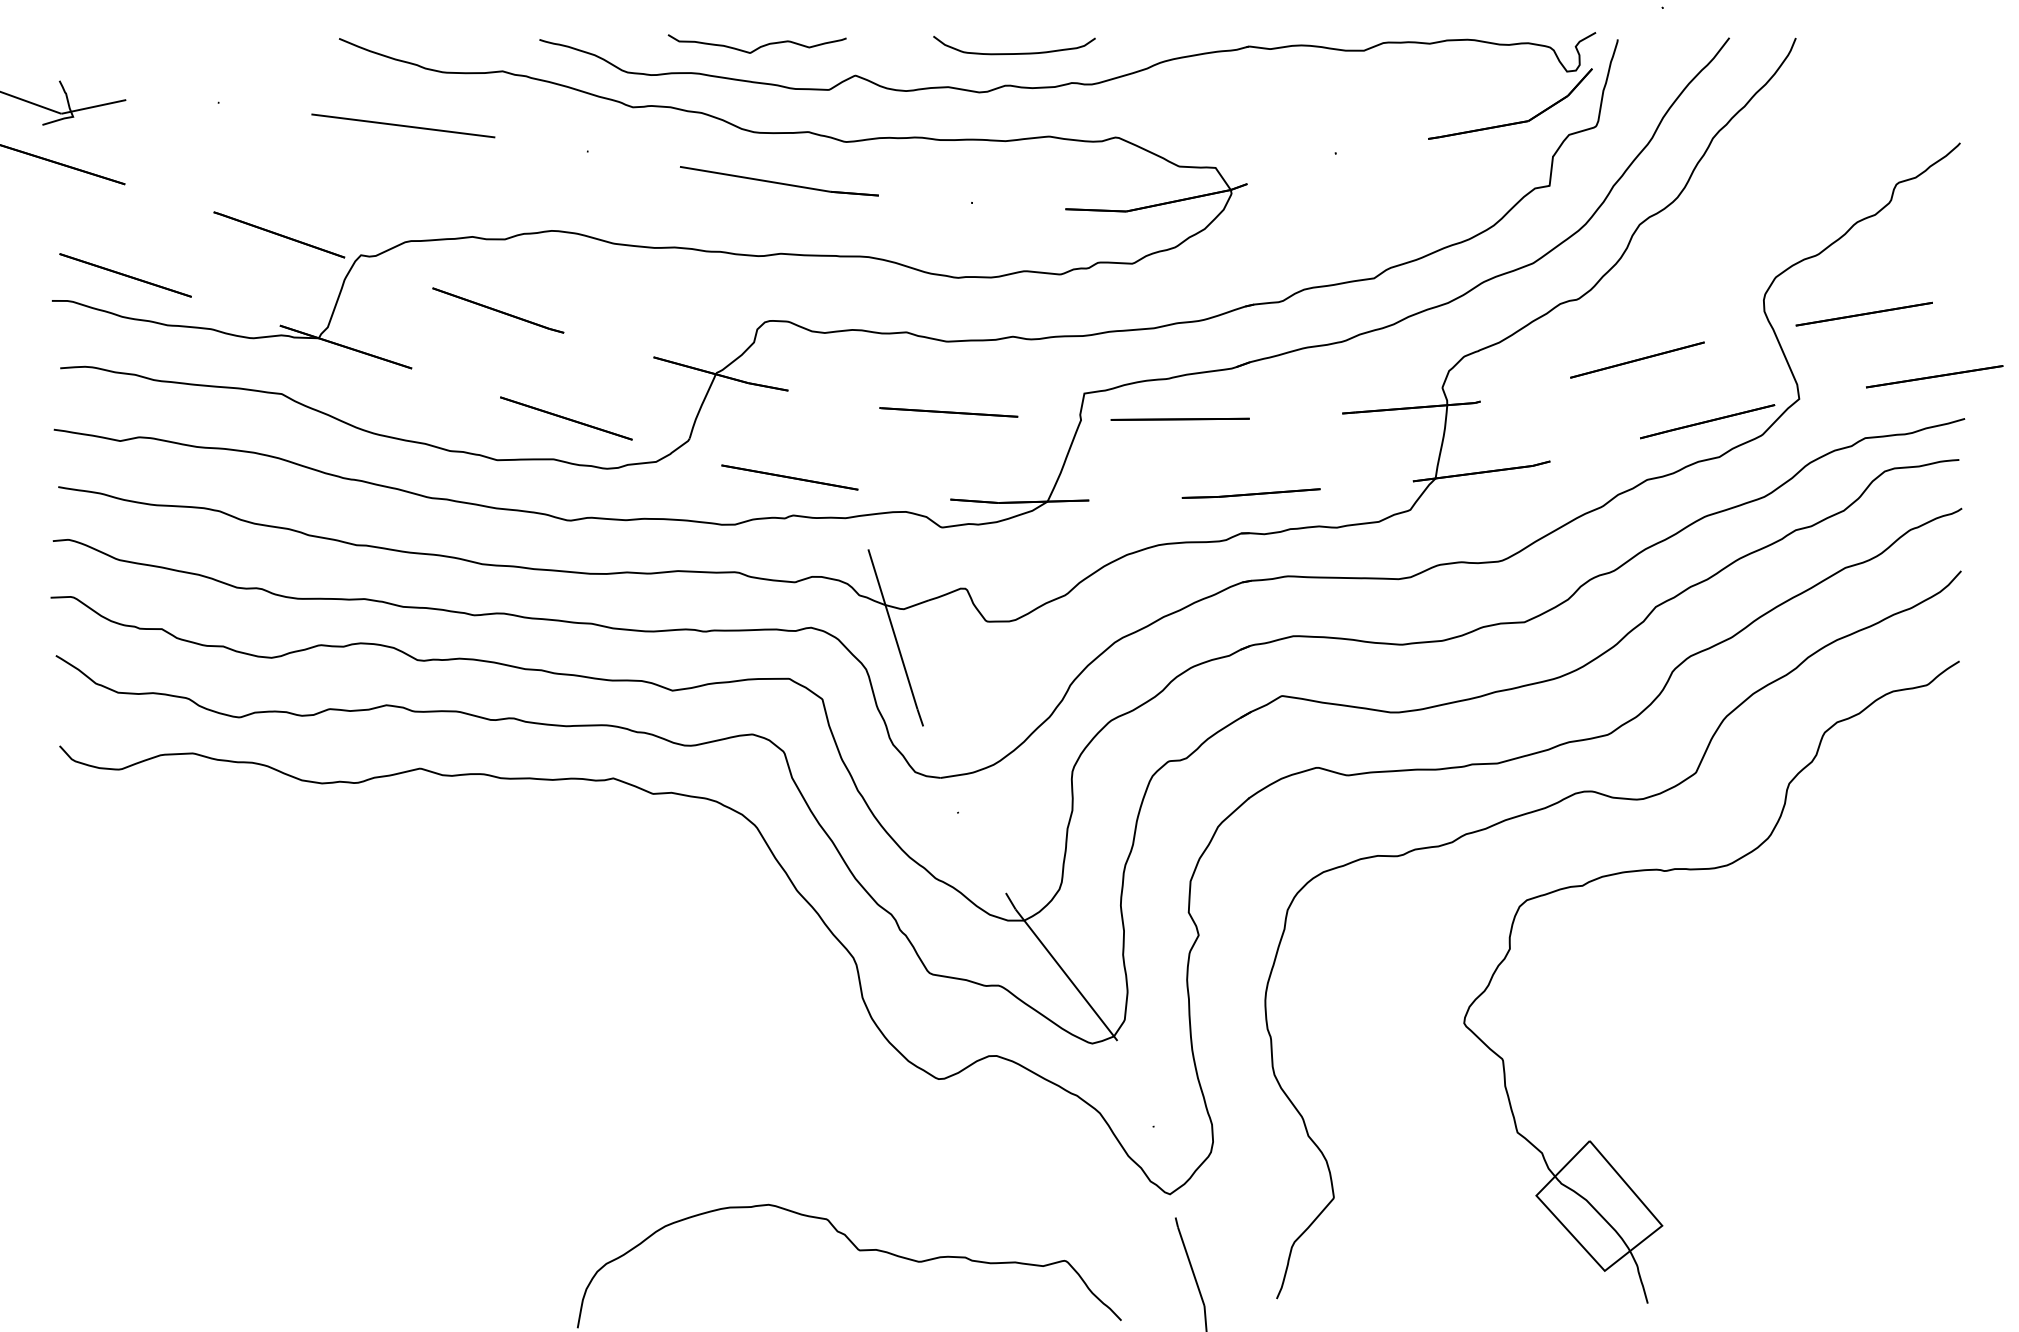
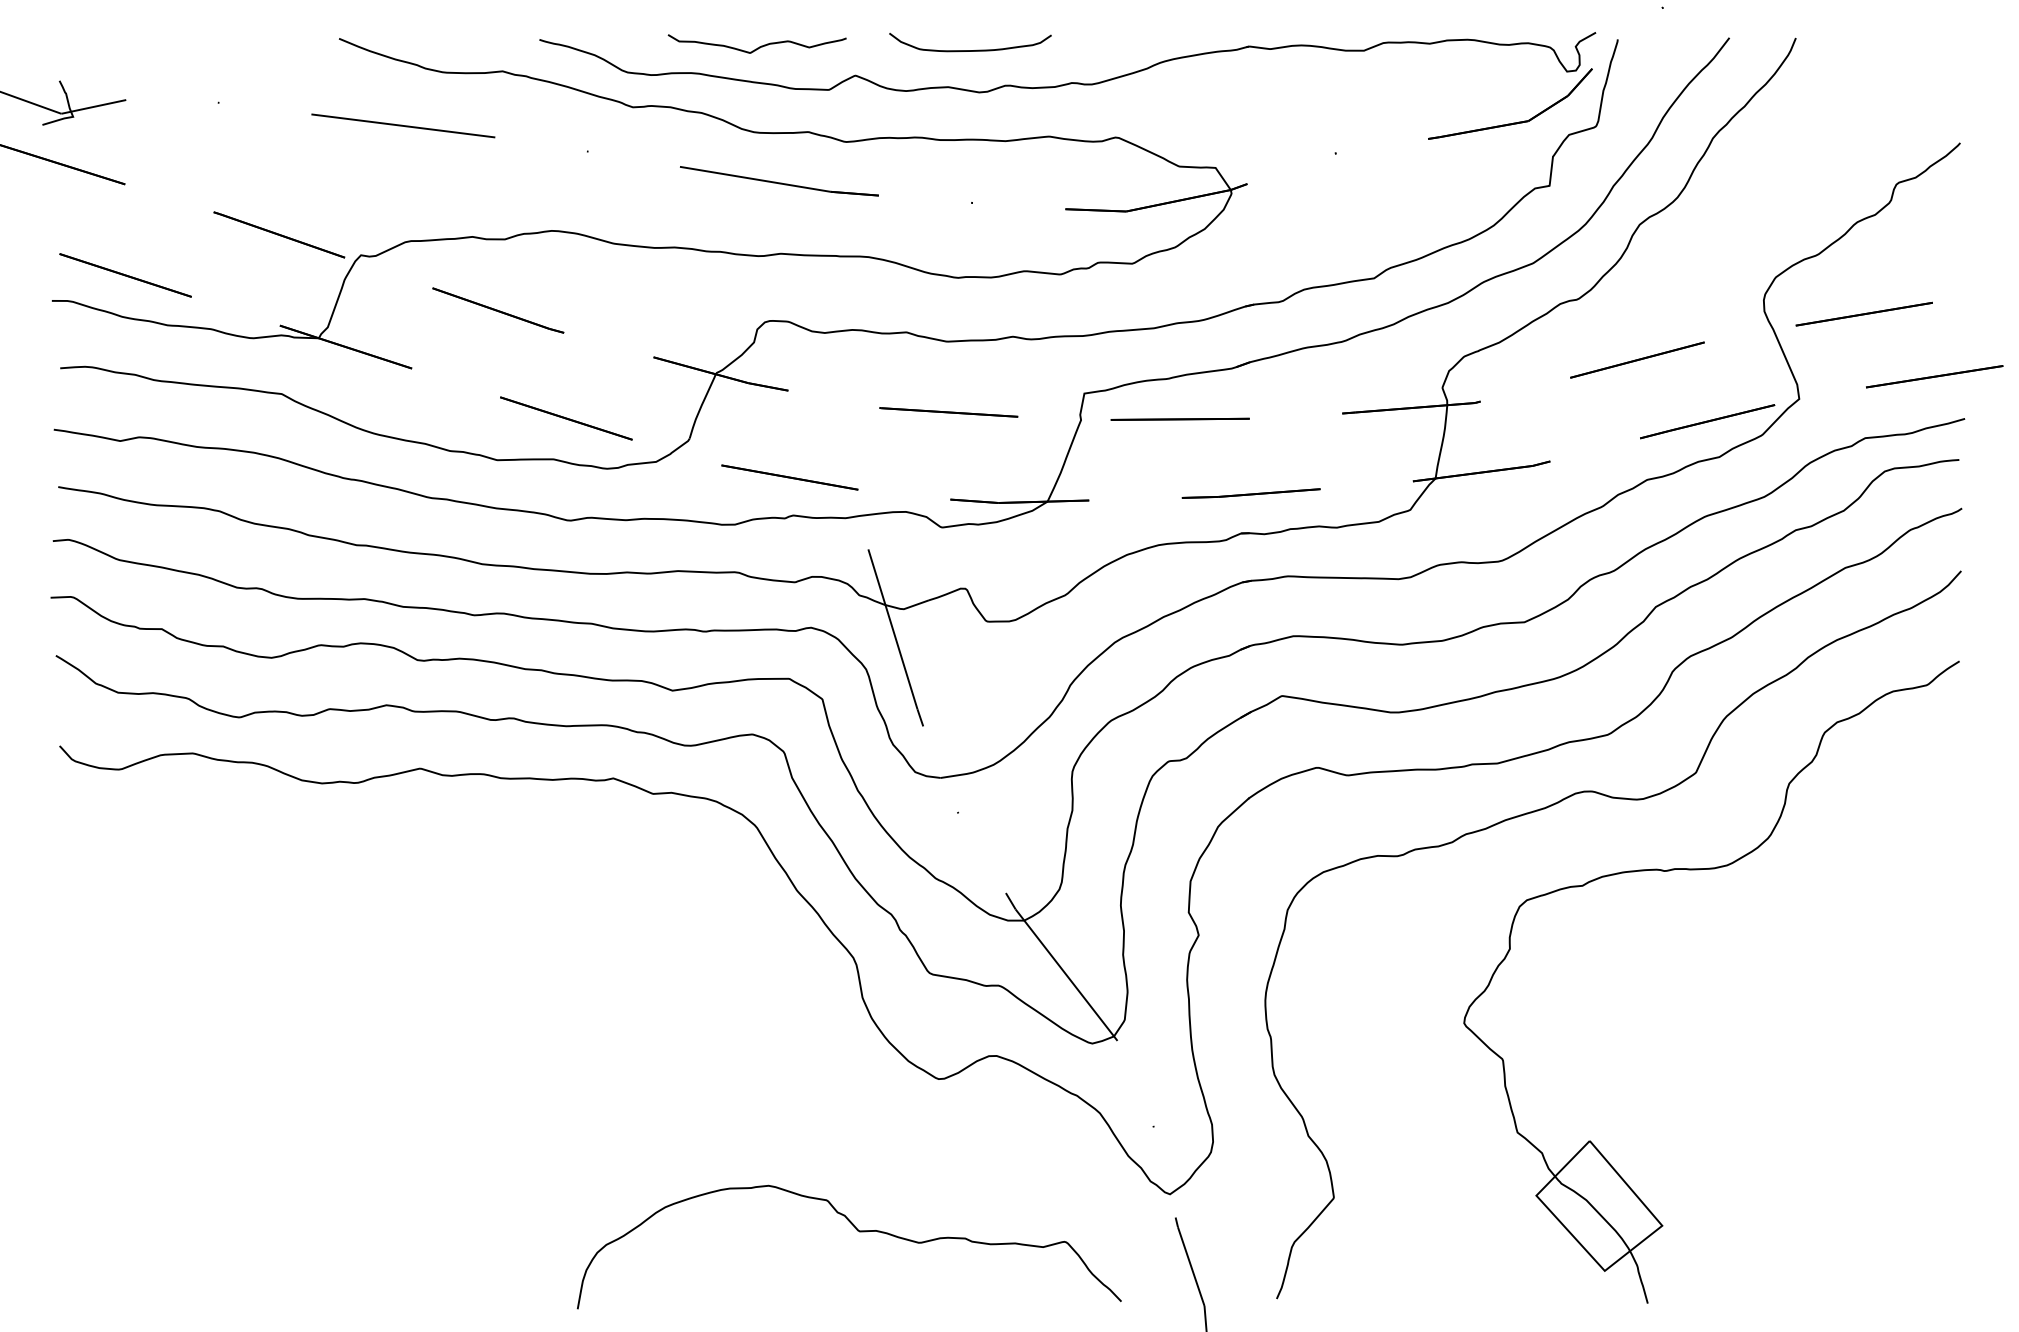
curve at (1014, 53) position: (1014, 53) -> (970, 50)
curve at (857, 1250) position: (857, 1250) -> (857, 1231)
